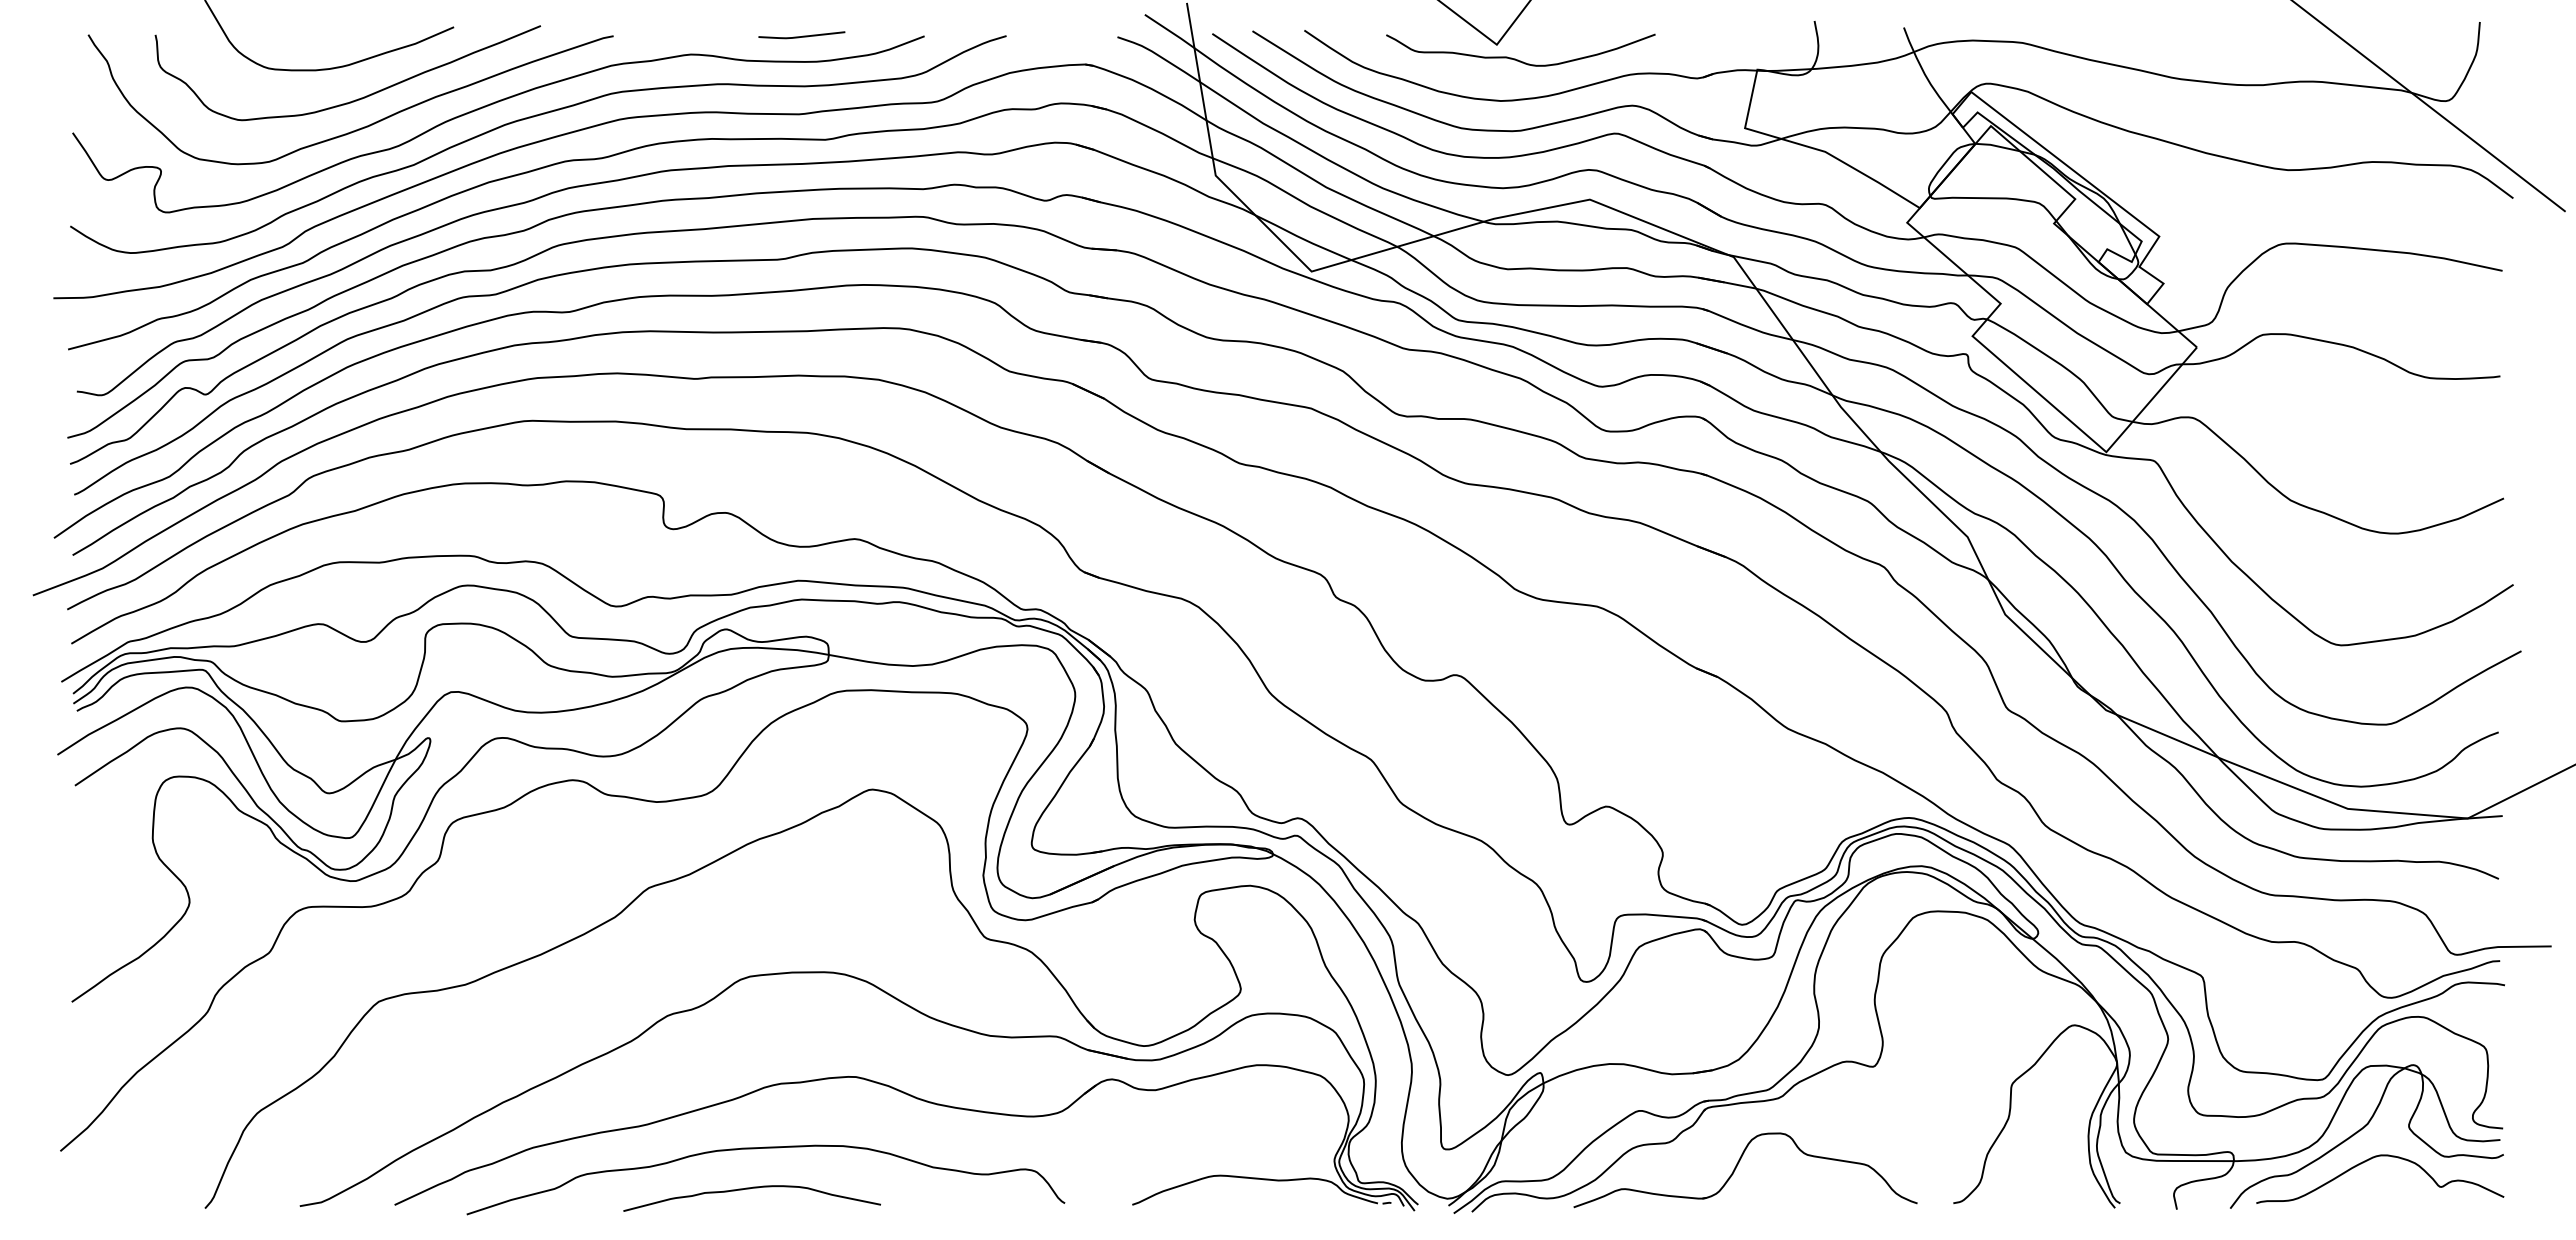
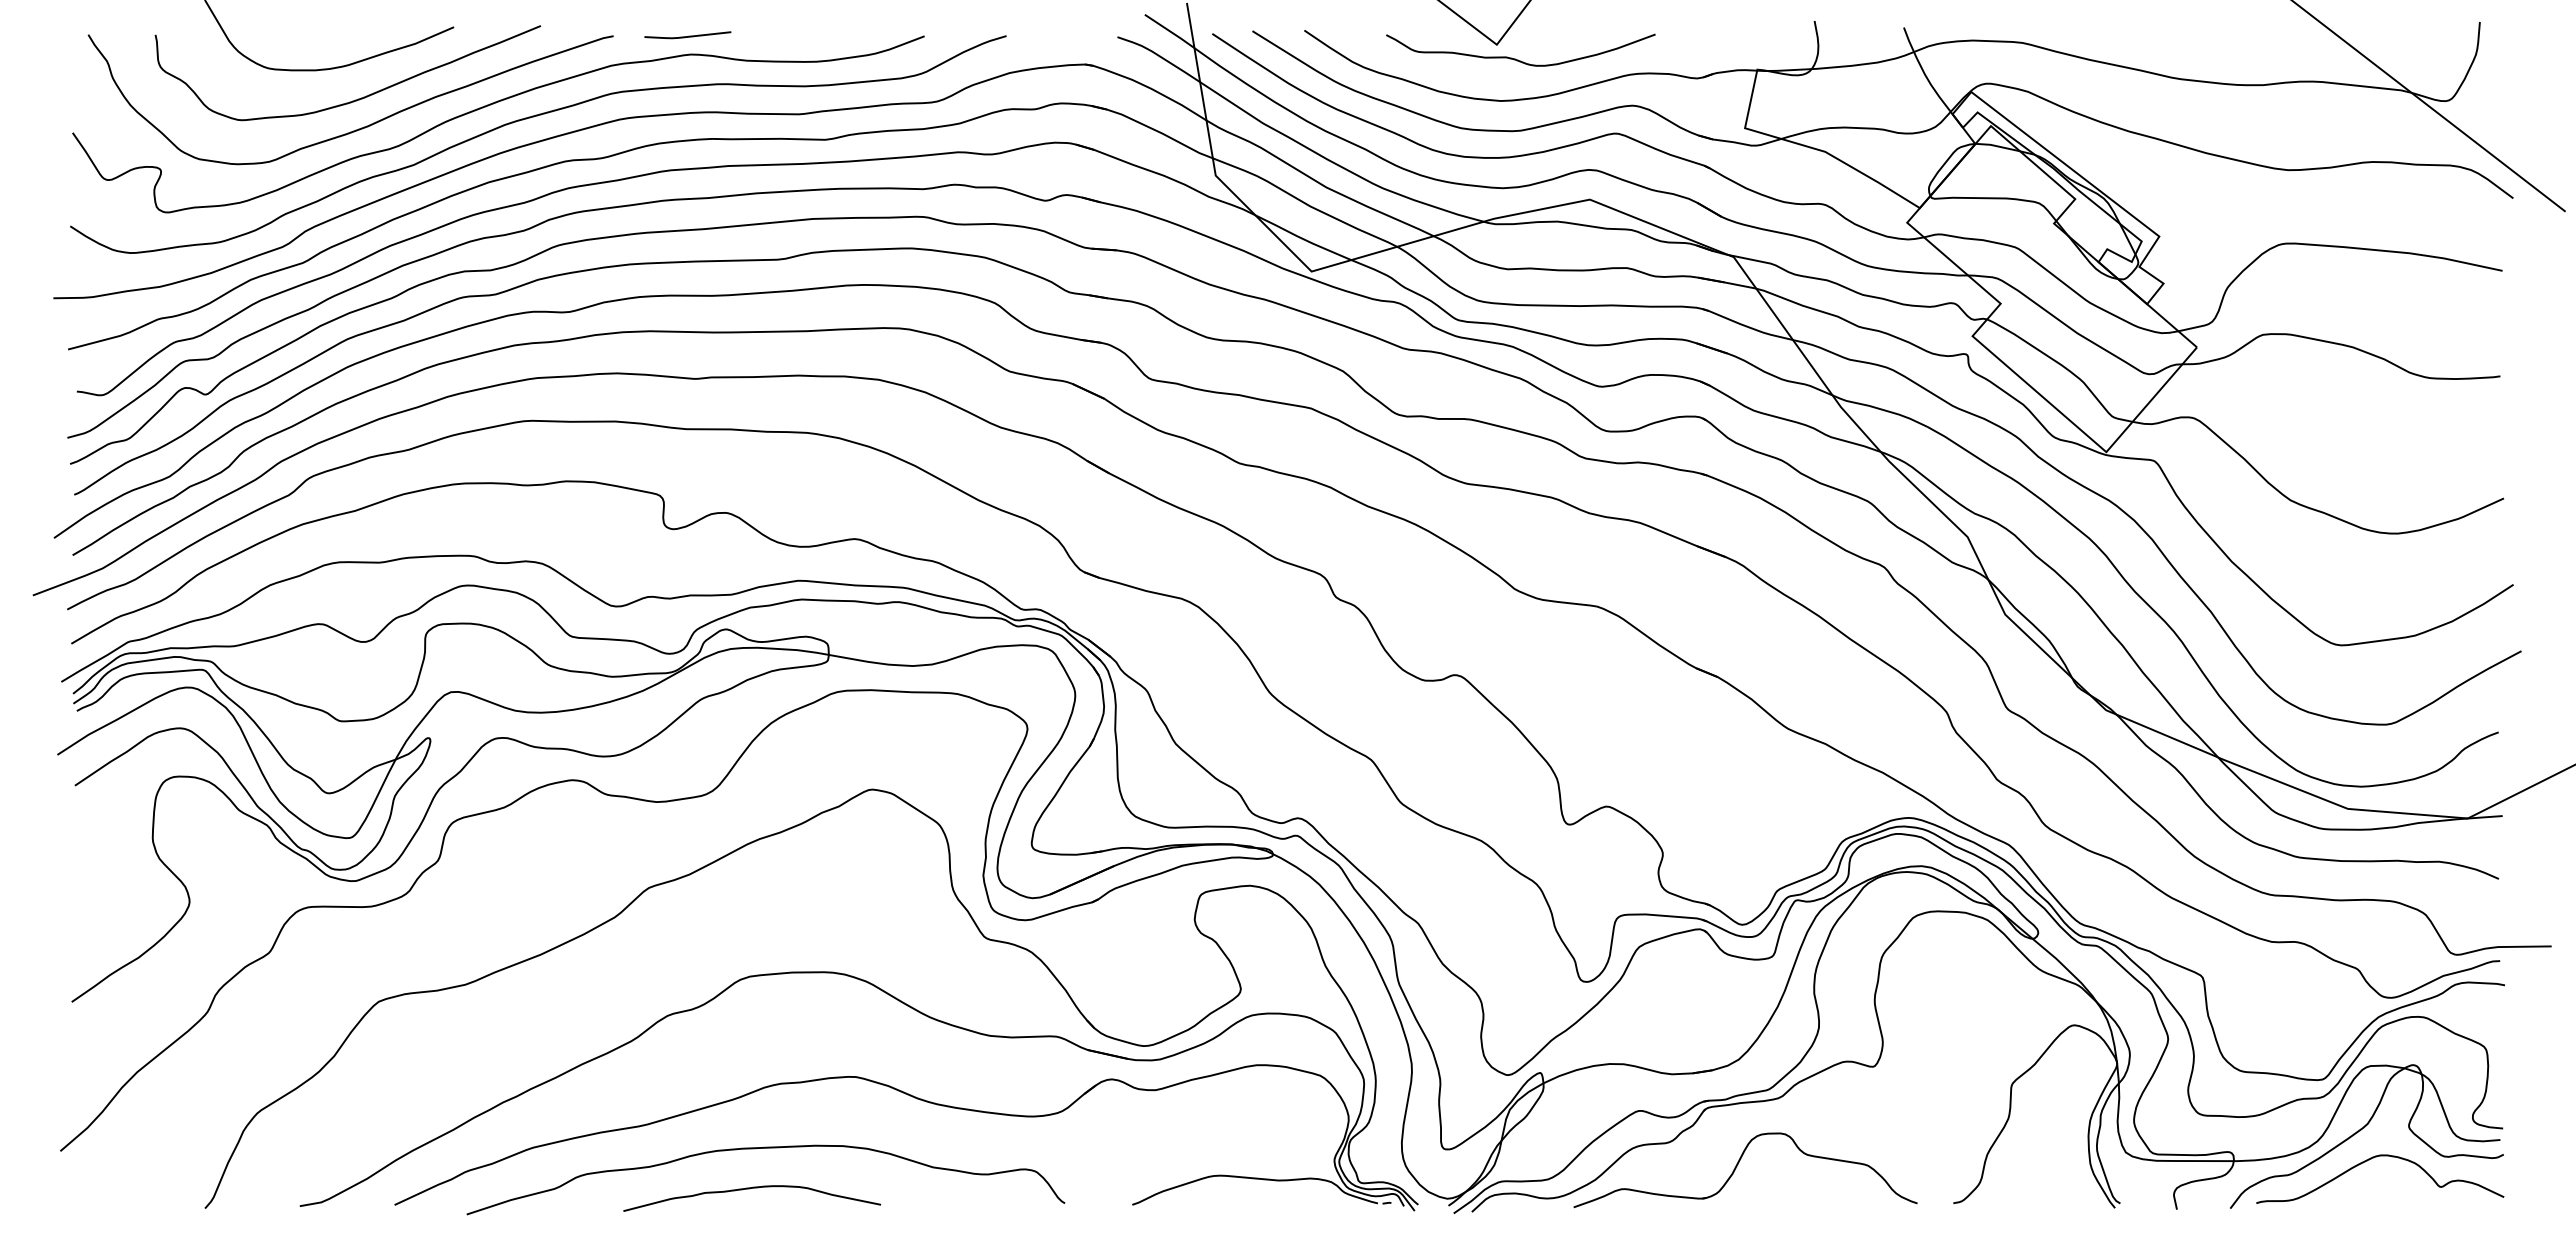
line at (802, 35) position: (802, 35) -> (688, 35)
